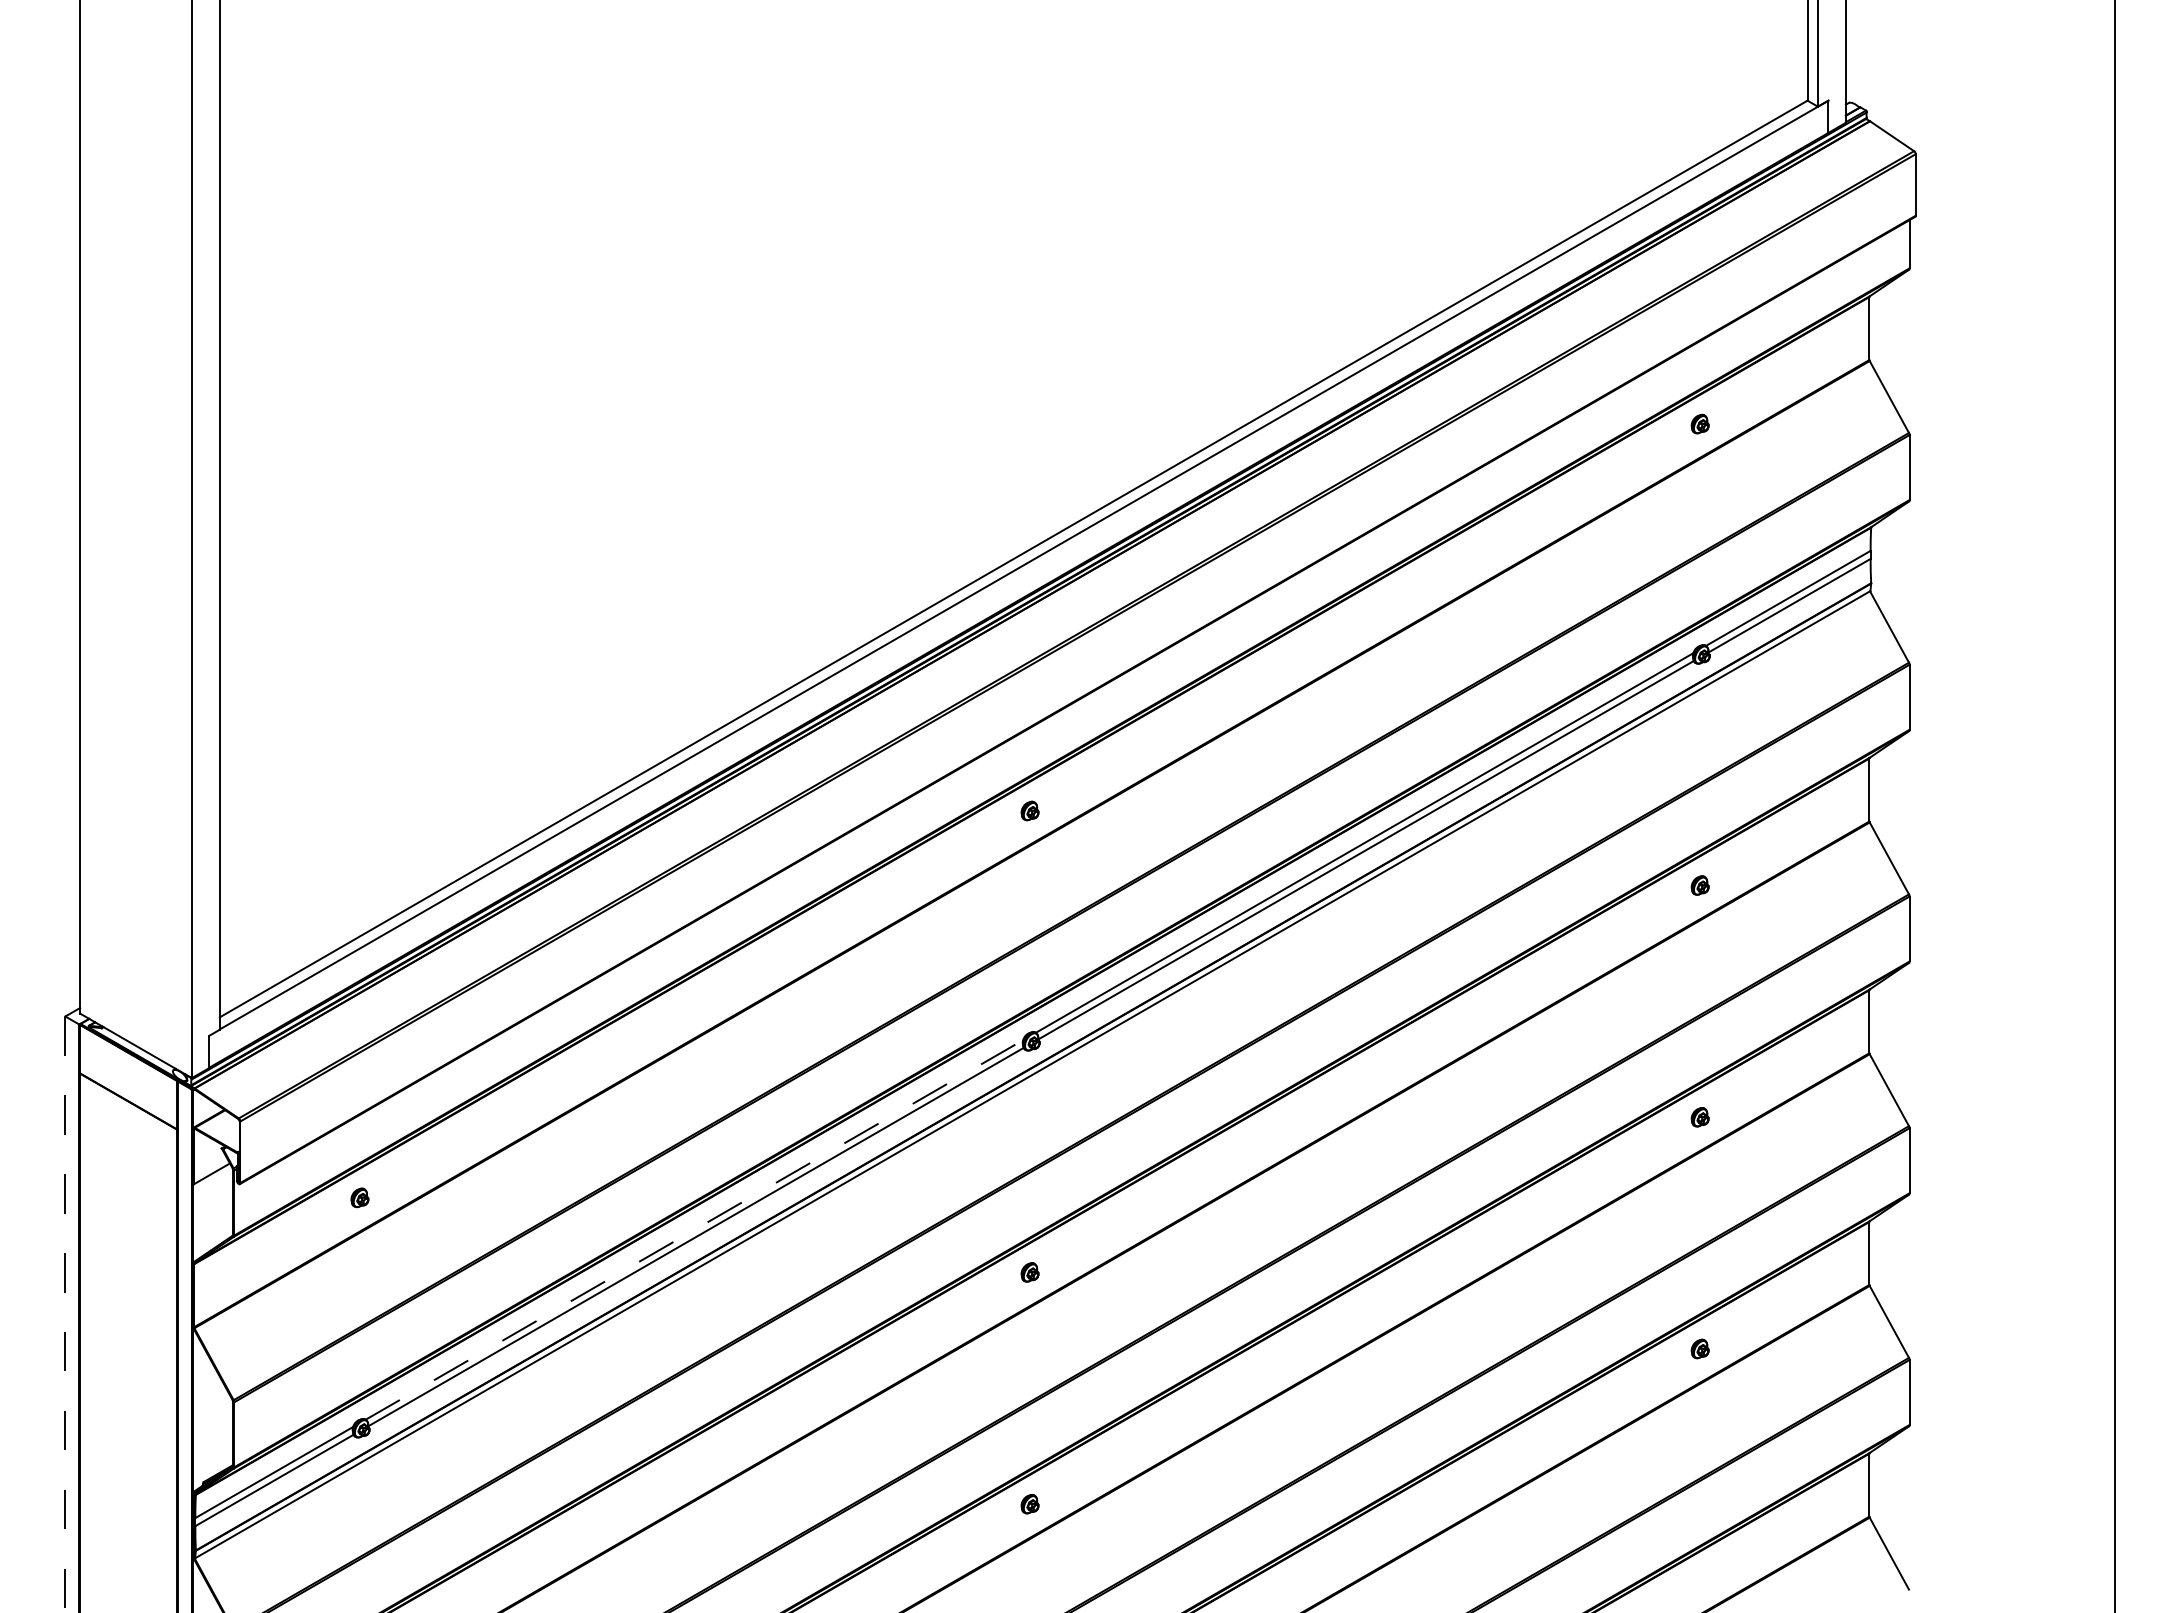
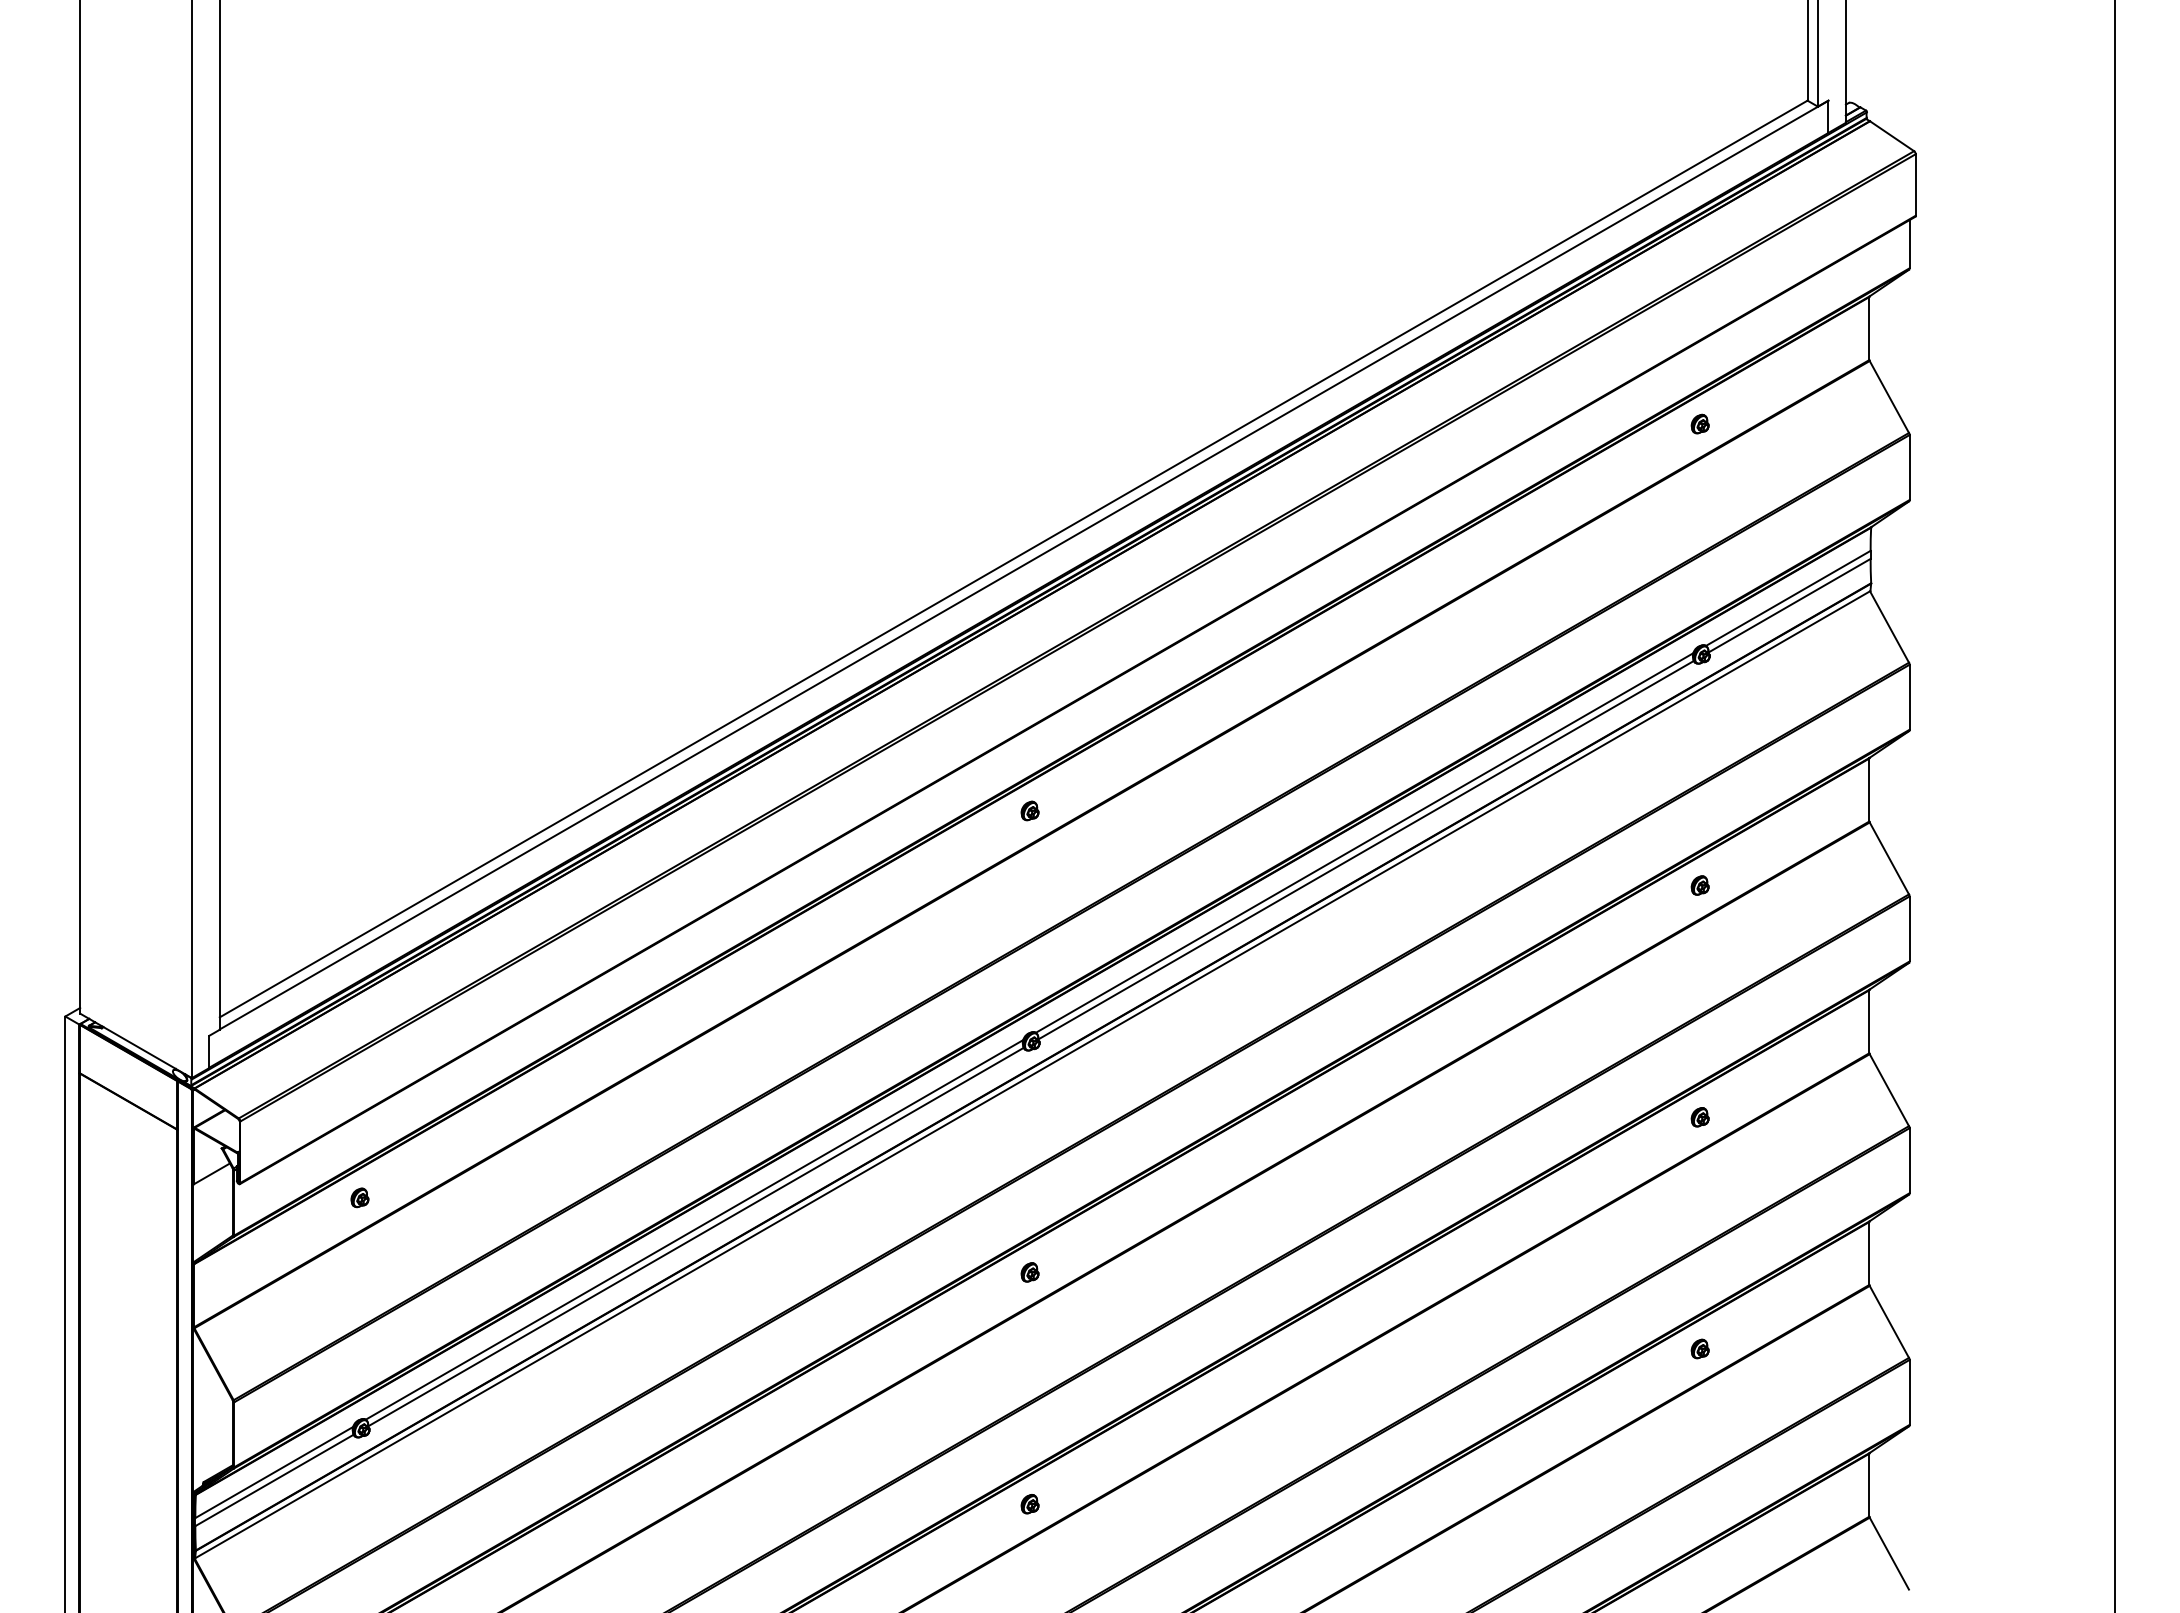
line at (694, 1229): dashed -> solid
line at (65, 1314): dashed -> solid
